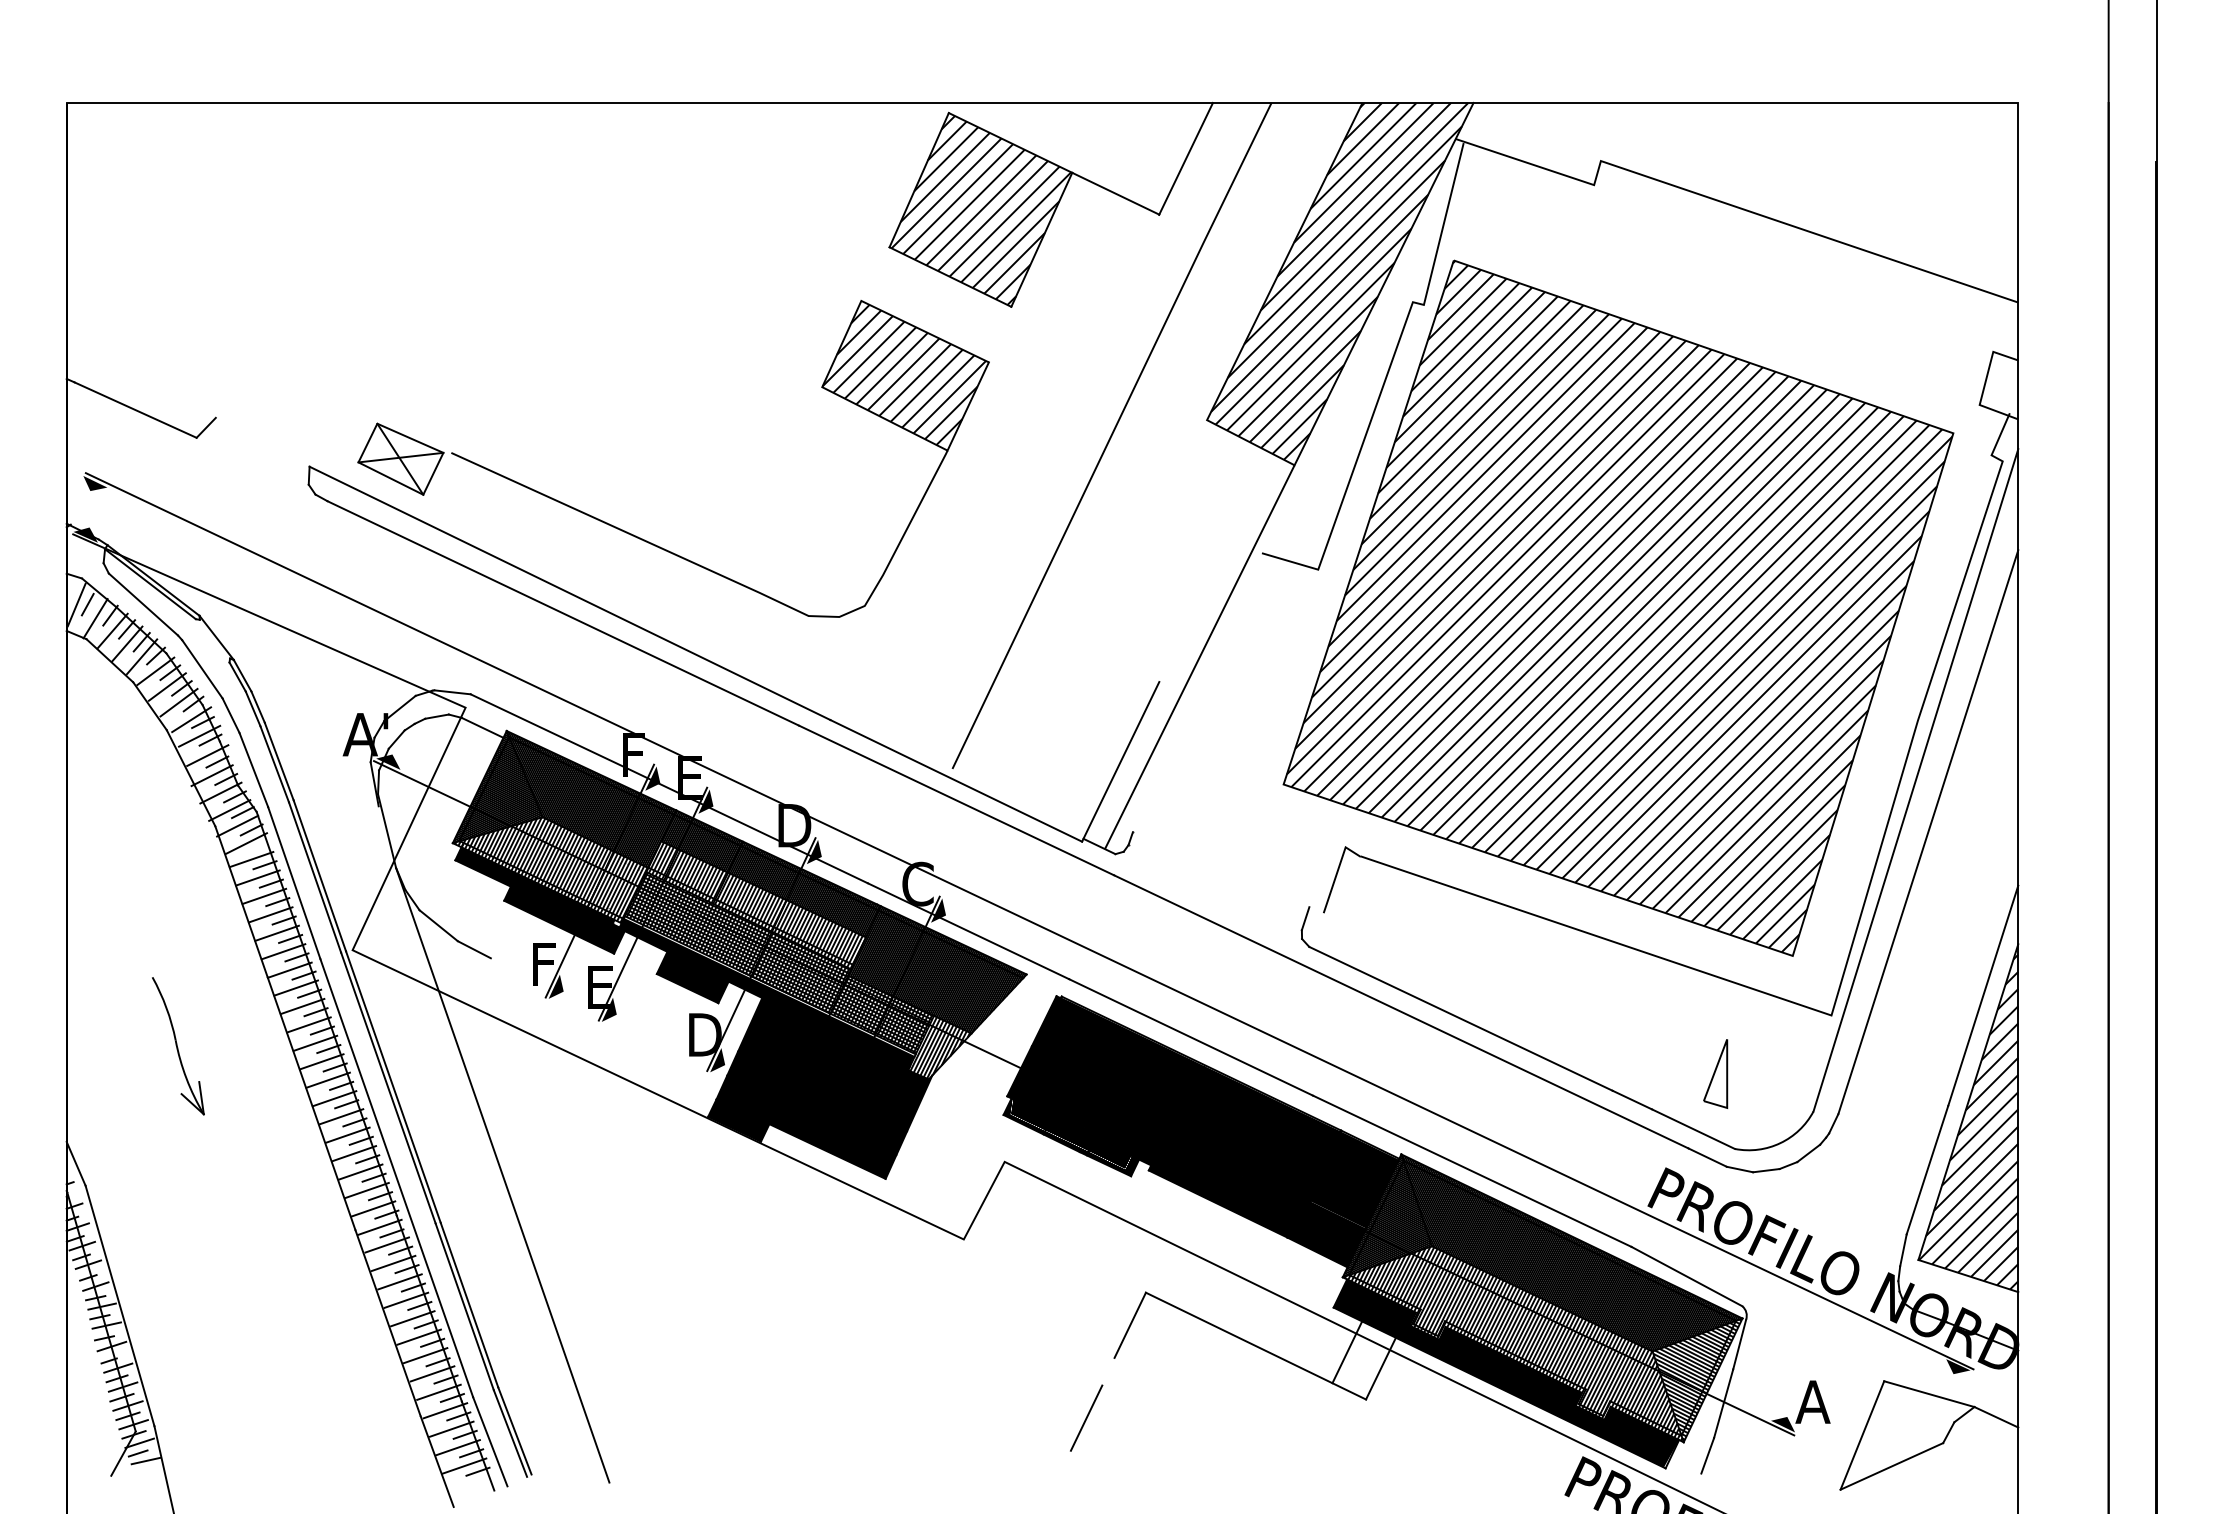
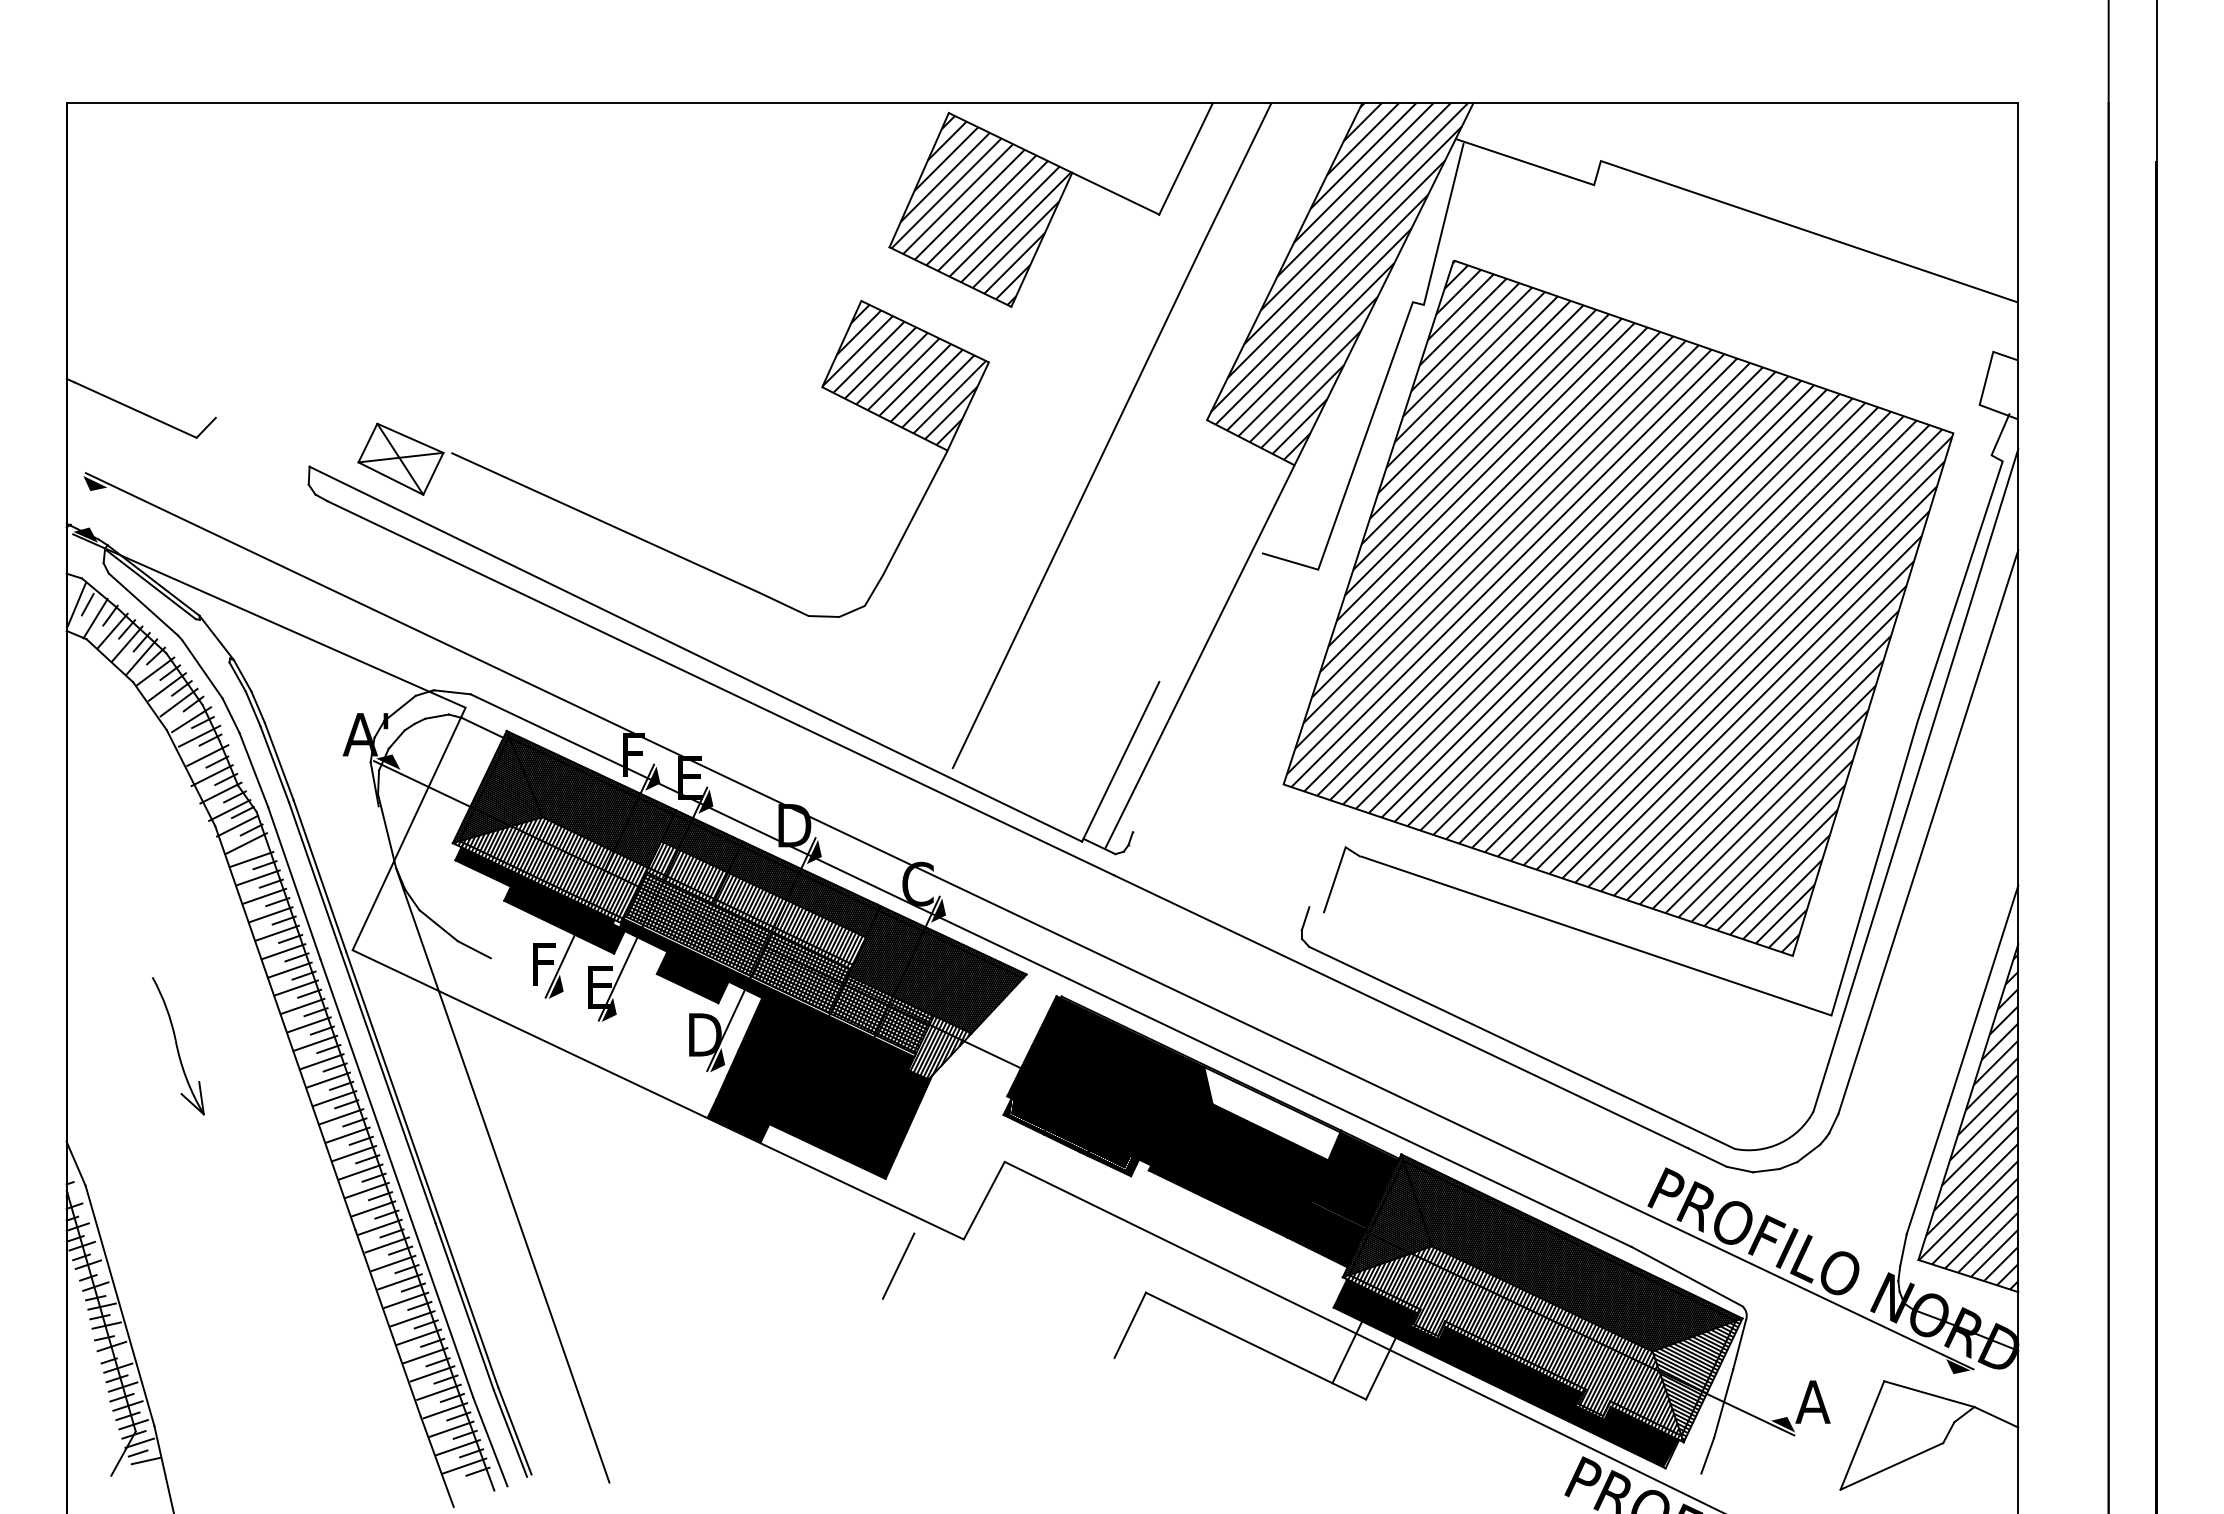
part at (1715, 1073): present -> none
fill at (1272, 1113): present -> none
line at (1086, 1417) position: (1086, 1417) -> (898, 1265)
